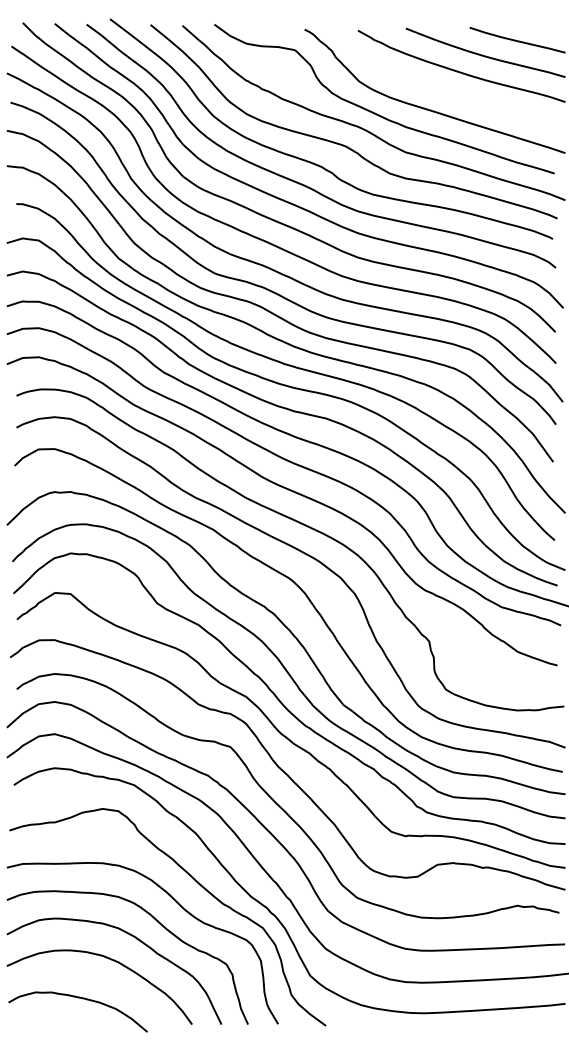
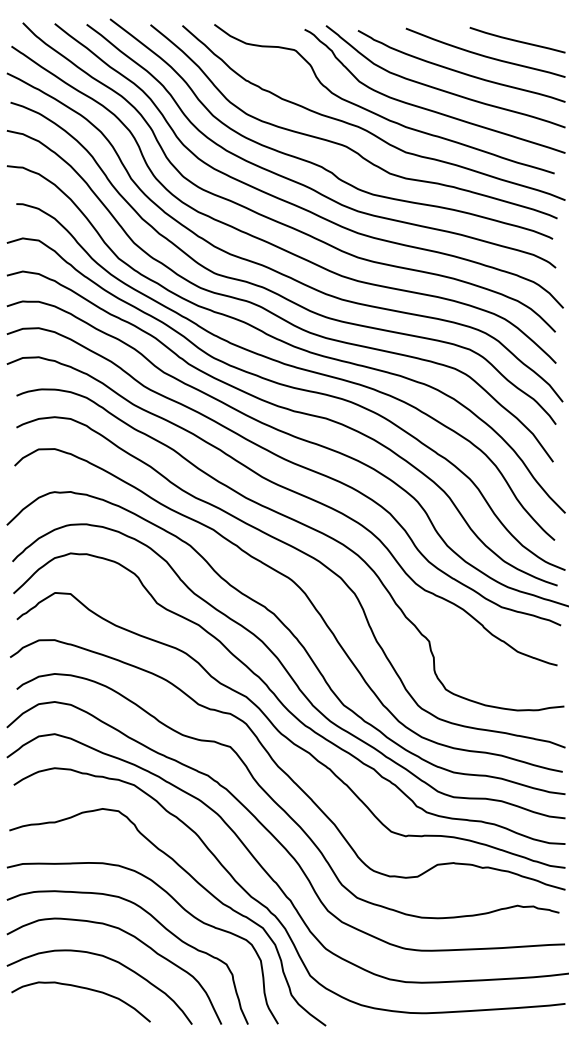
curve at (443, 89): none -> present
curve at (77, 998) position: (77, 998) -> (80, 988)
